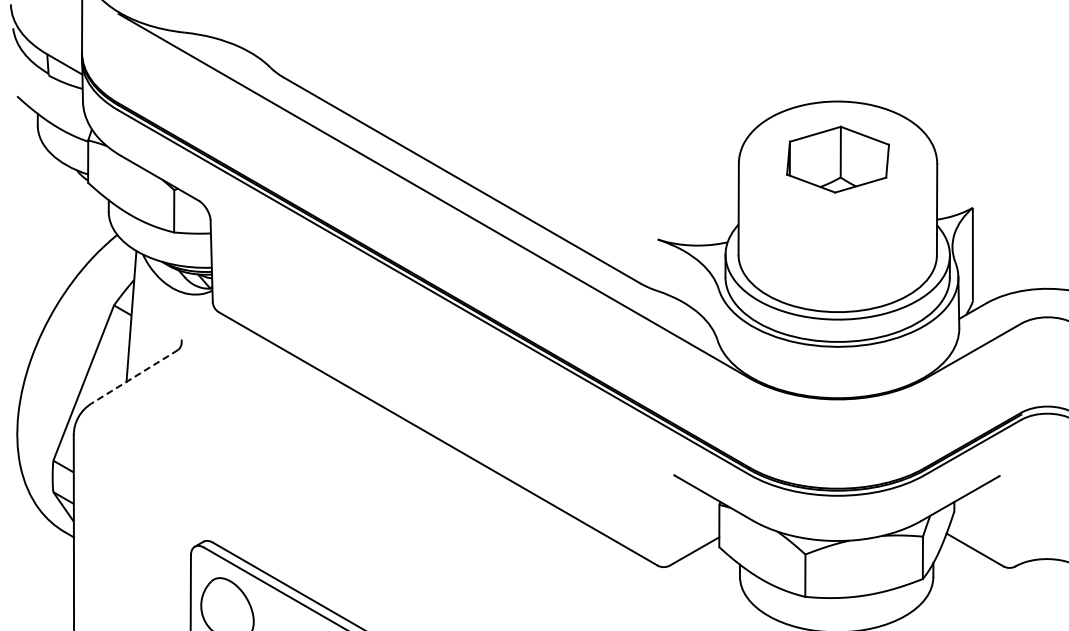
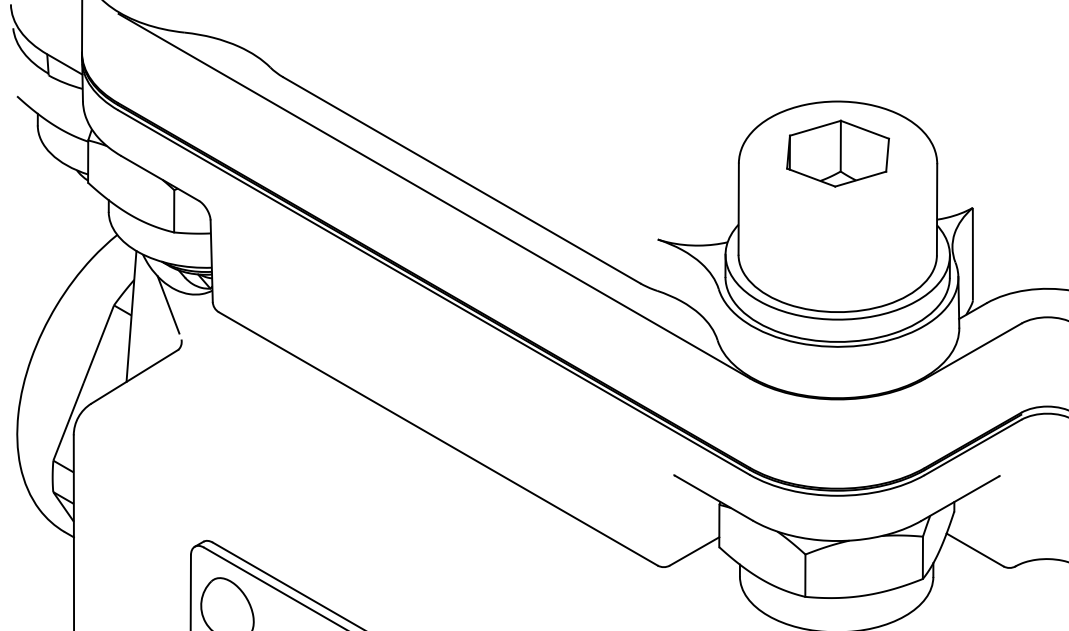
part at (838, 159) position: (838, 159) -> (838, 153)
line at (168, 304): none -> present
line at (134, 377): dashed -> solid
